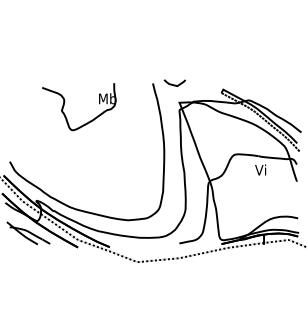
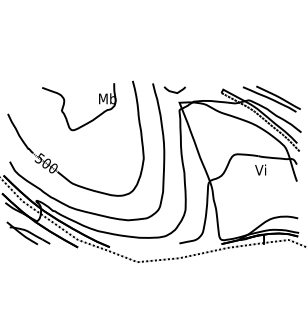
curve at (174, 84) position: (174, 84) -> (174, 91)
part at (271, 98): none -> present
part at (57, 164): none -> present
